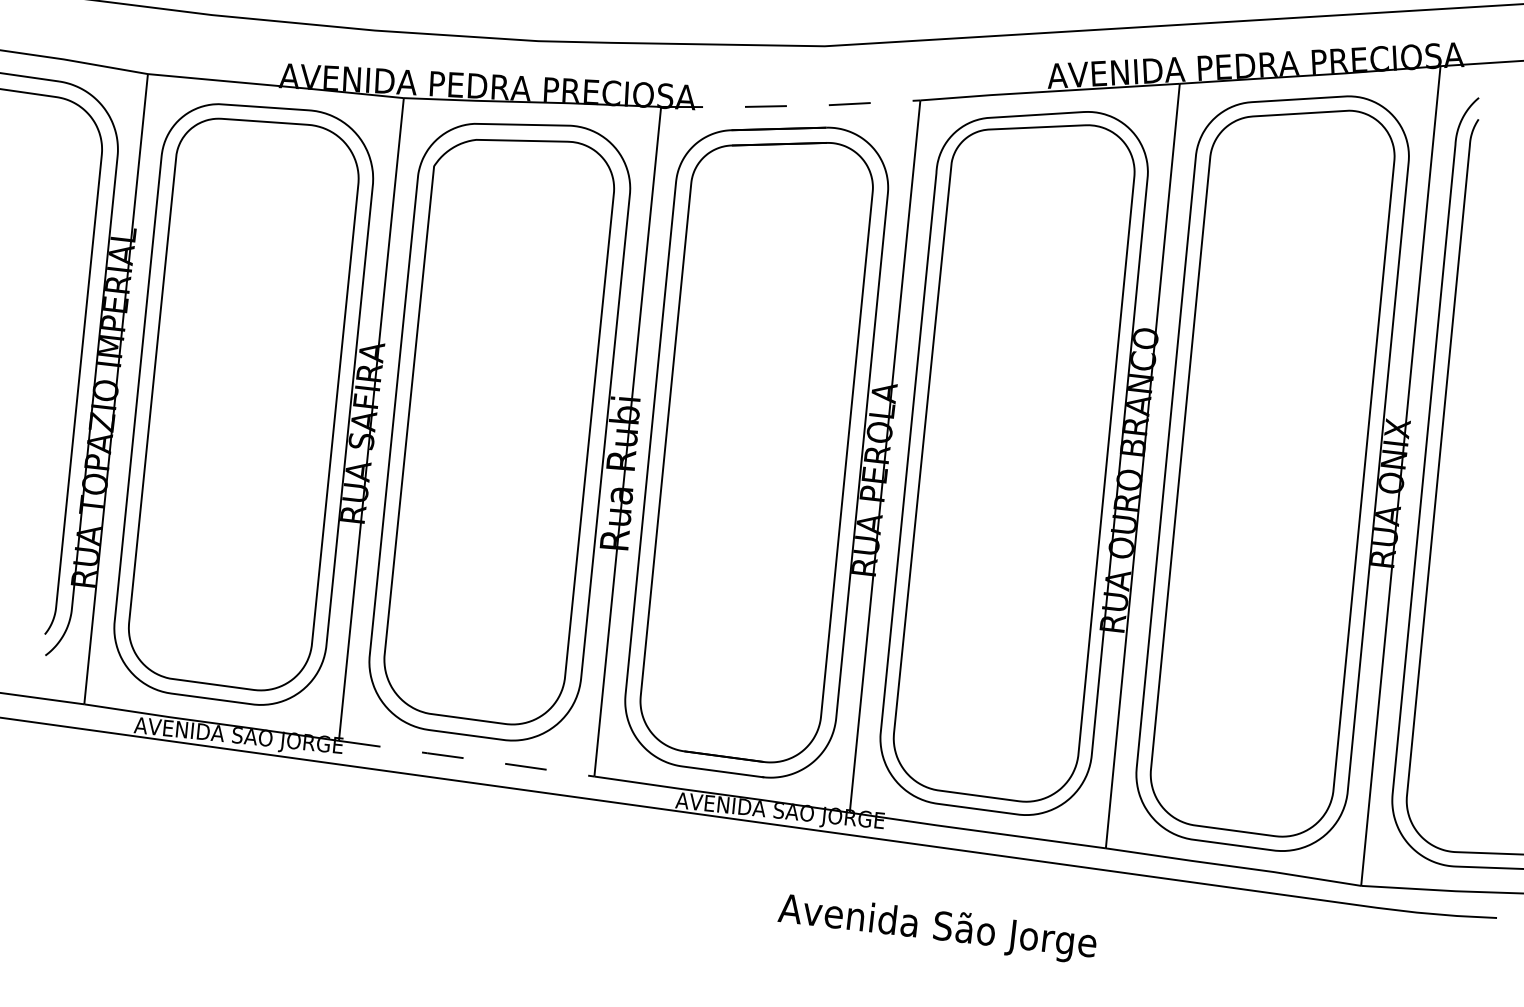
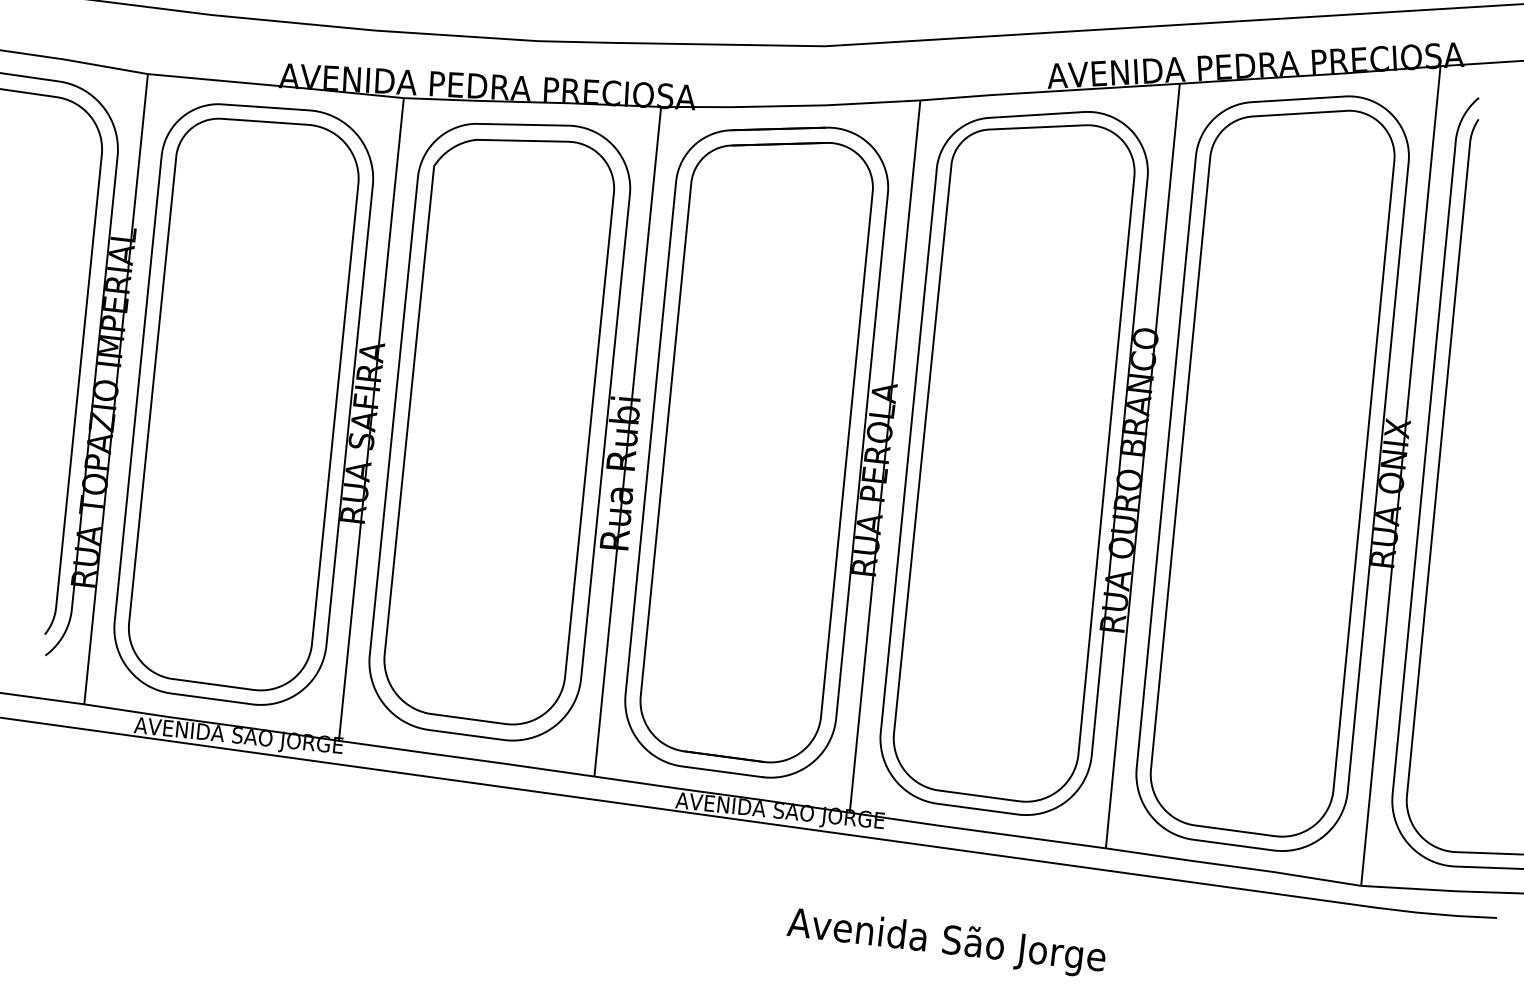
line at (790, 106): dashed -> solid
line at (466, 758): dashed -> solid
text at (936, 928) position: (936, 928) -> (945, 942)
